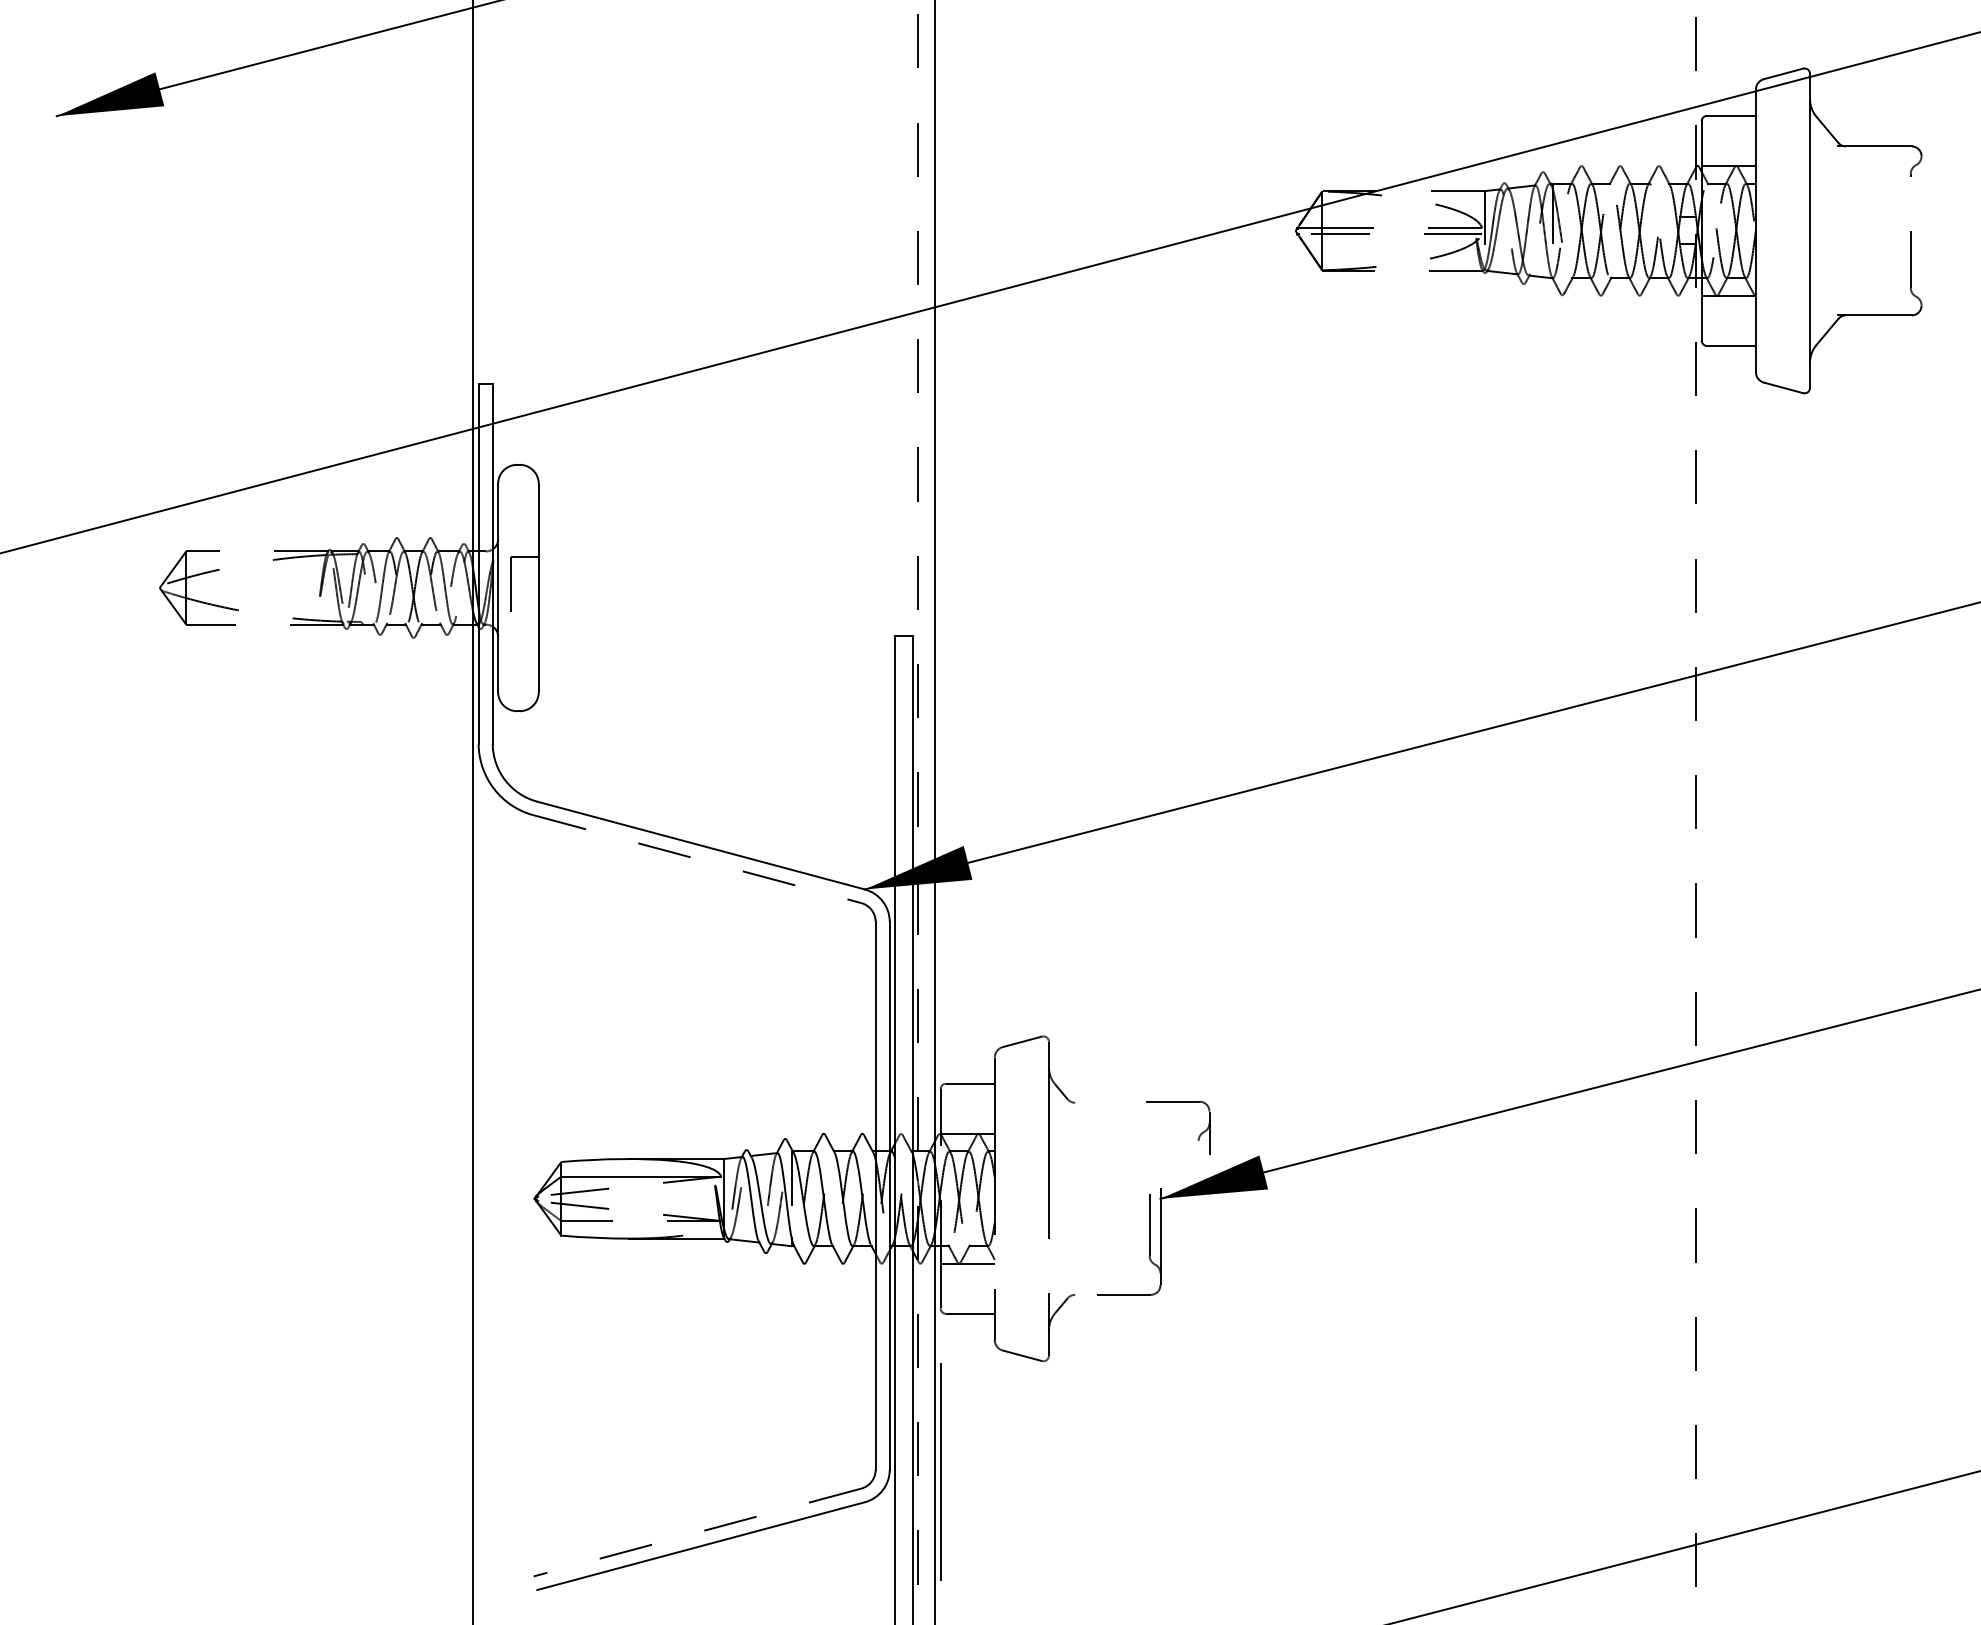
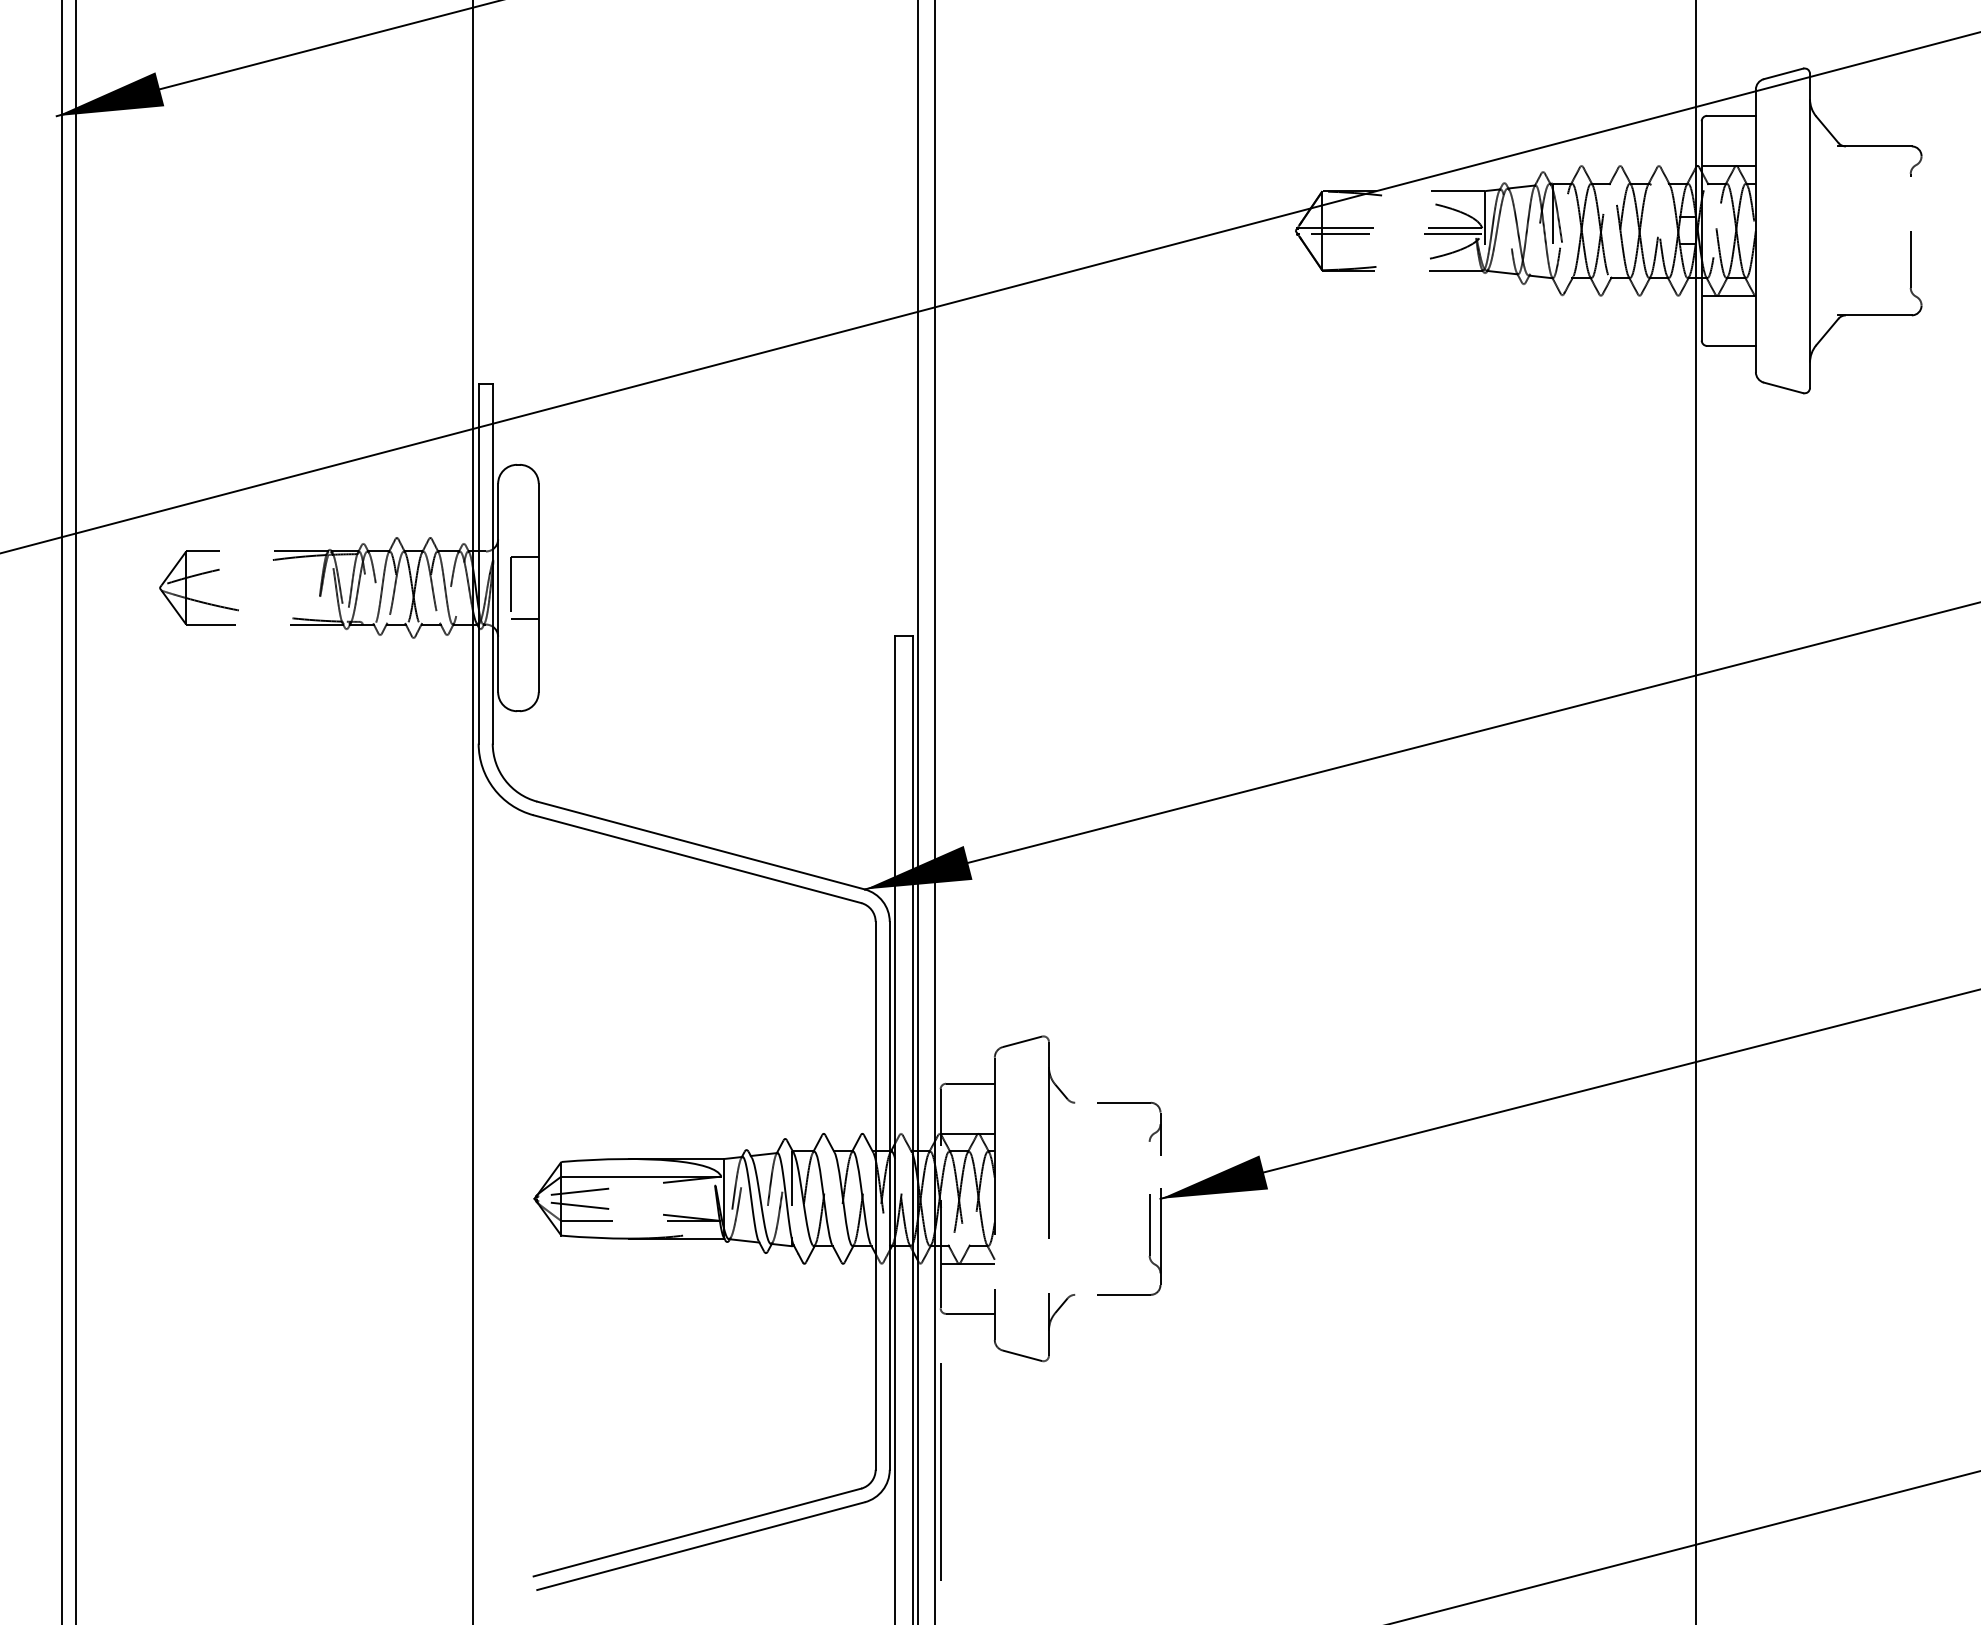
line at (524, 618): none -> present
line at (62, 811): none -> present
line at (76, 811): none -> present
line at (917, 811): dashed -> solid
line at (1696, 813): dashed -> solid
line at (697, 859): dashed -> solid
part at (1198, 1136) position: (1198, 1136) -> (1149, 1137)
line at (697, 1532): dashed -> solid
